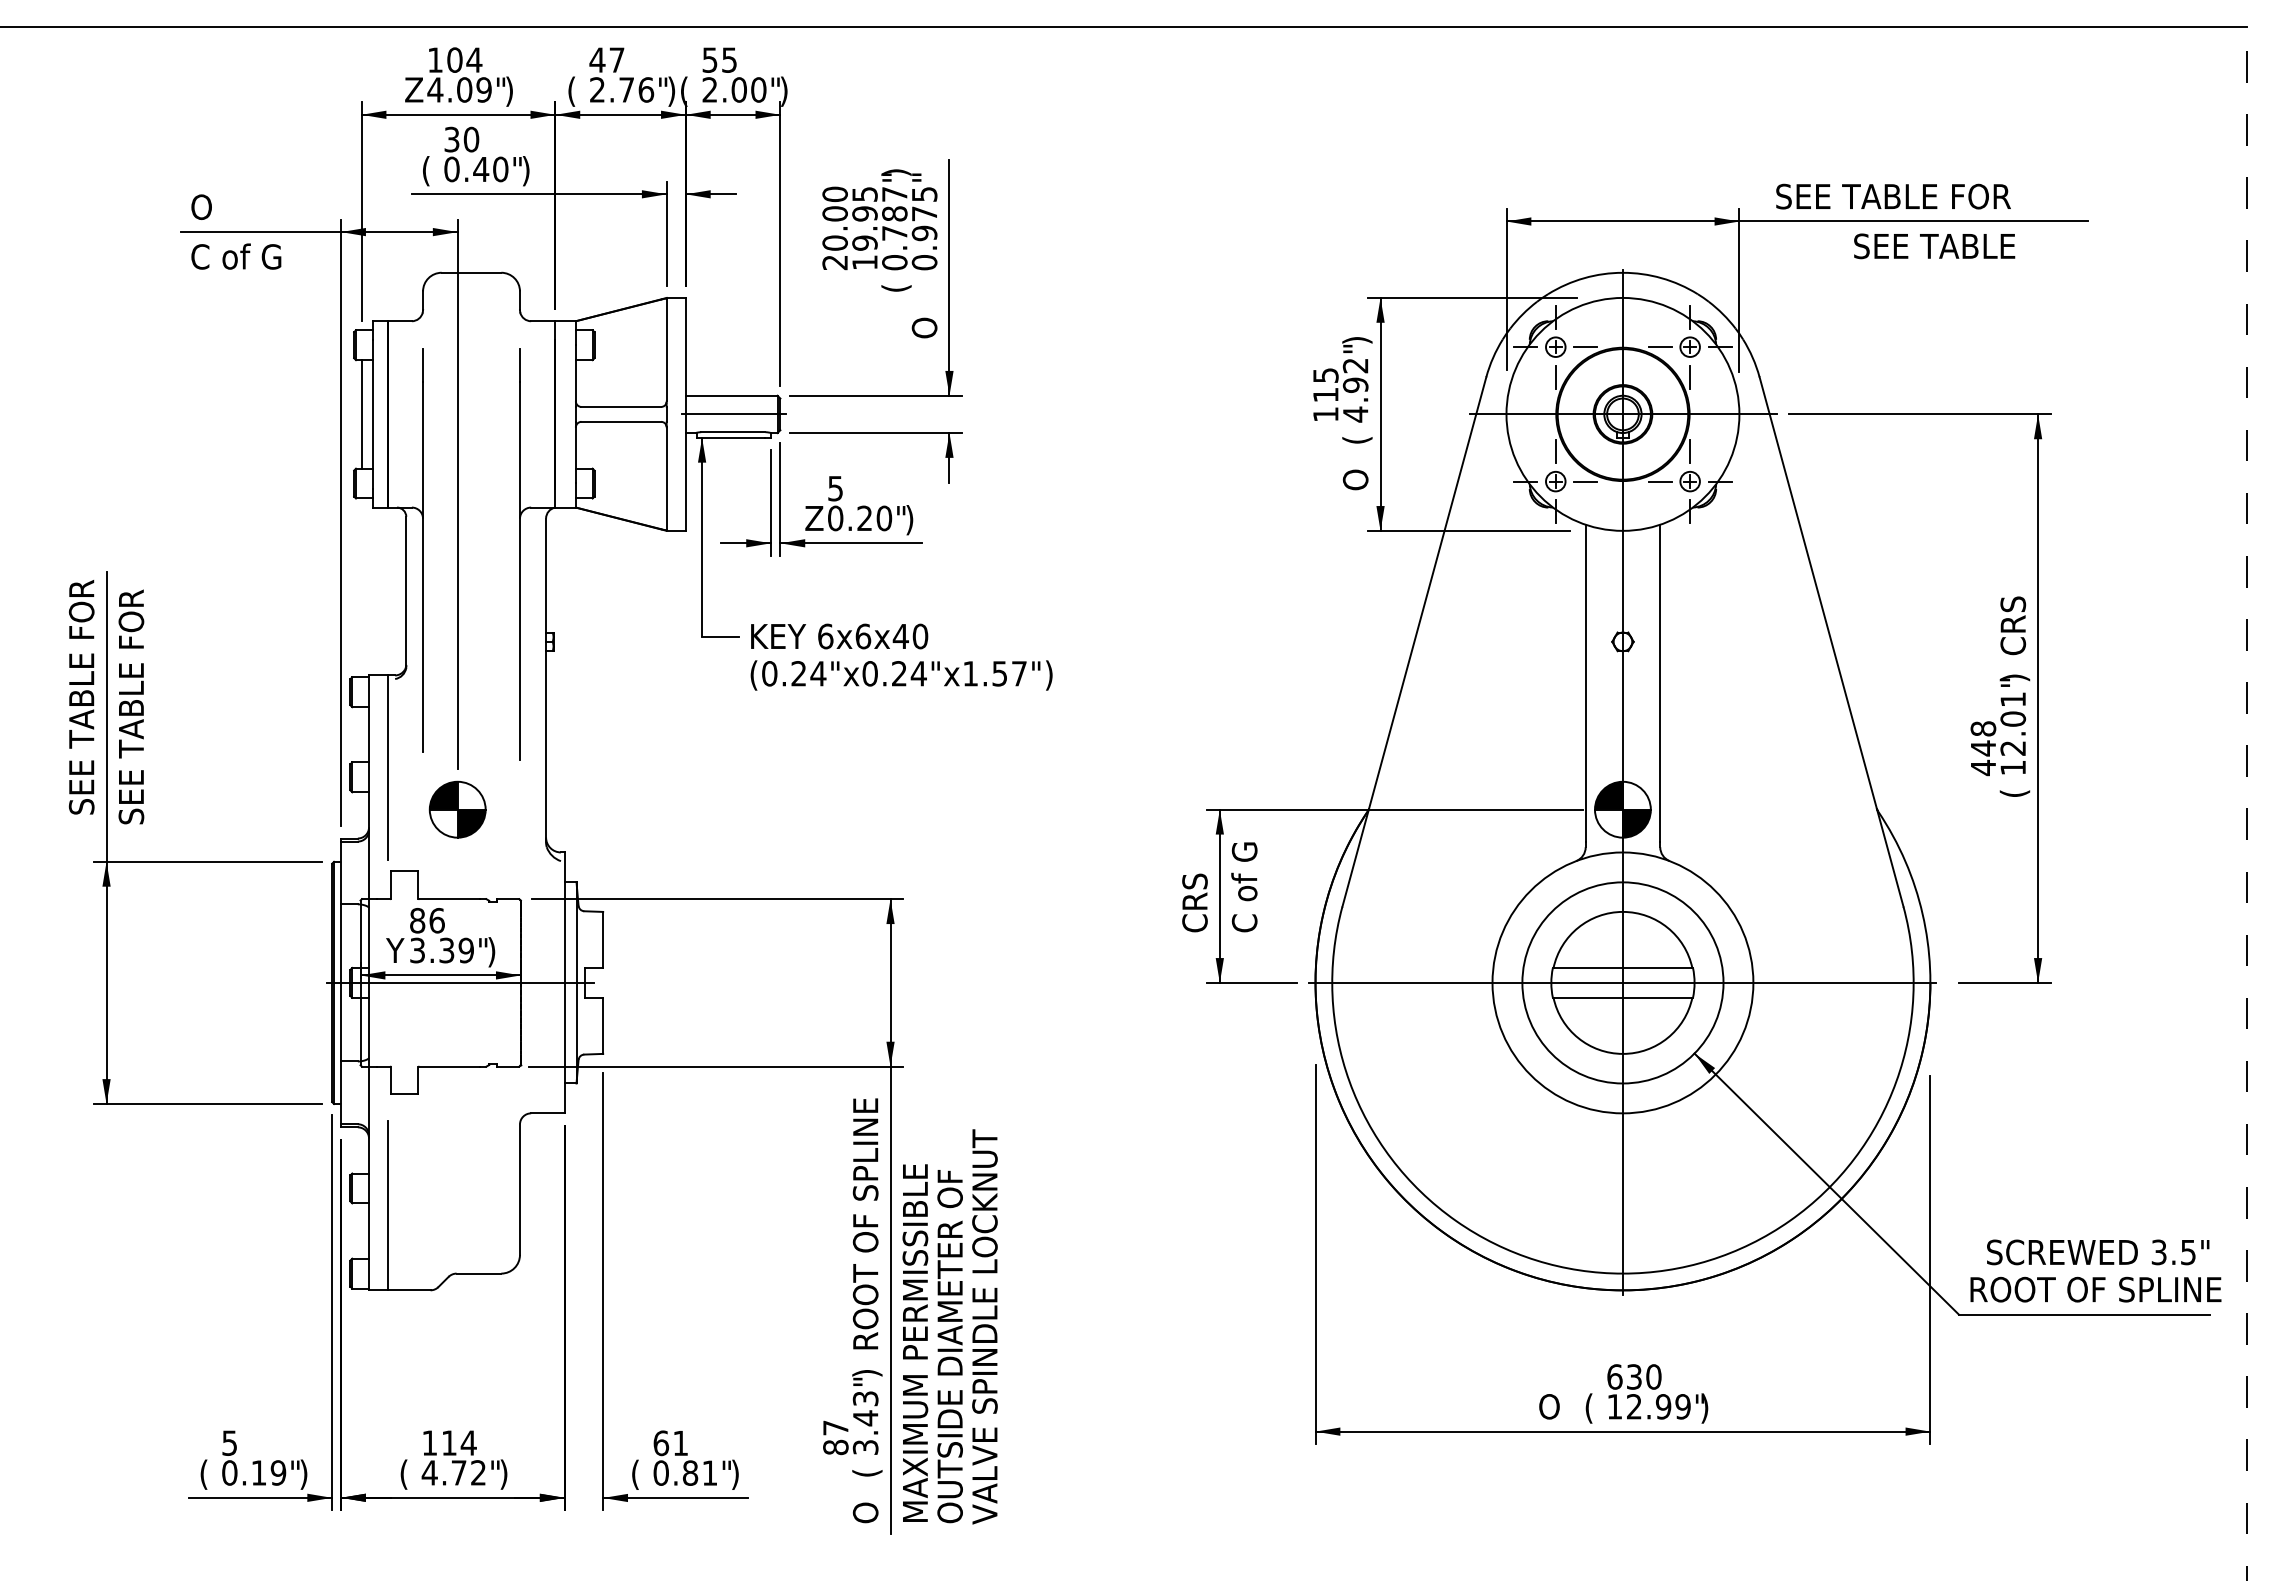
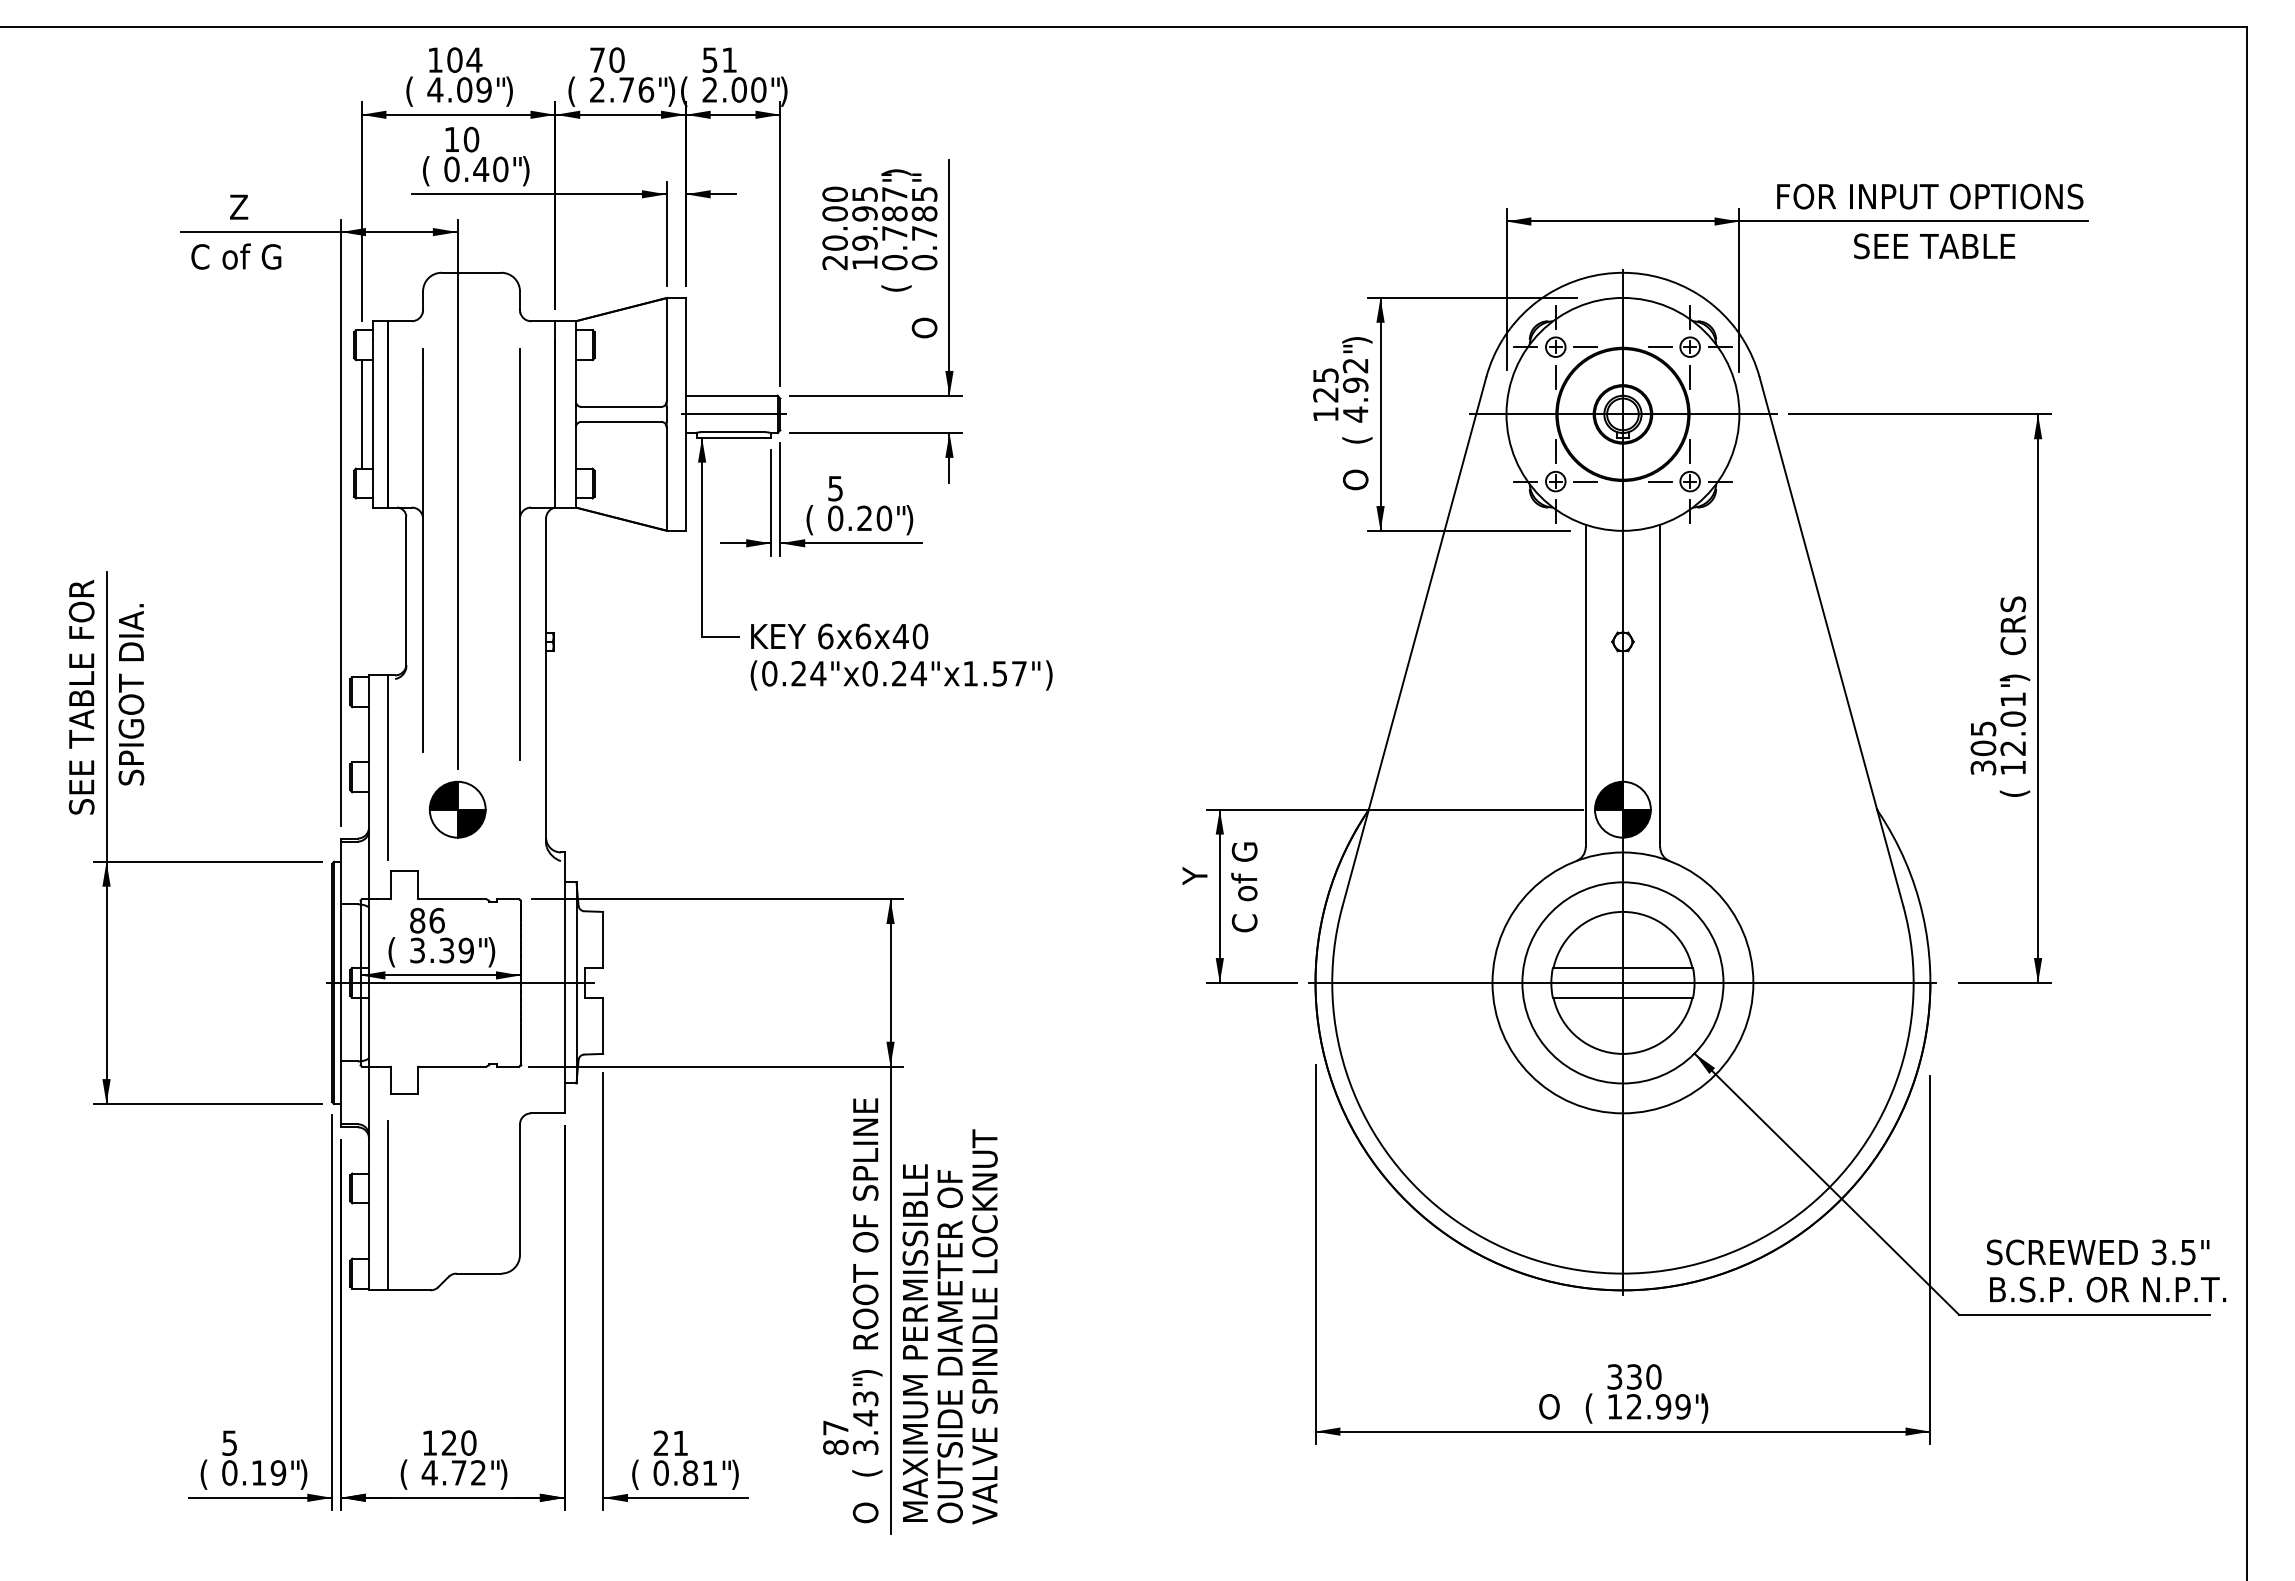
text at (606, 59): 47 -> 70
text at (729, 59): 55 -> 51
text at (414, 91): Z -> (
text at (451, 139): 30 -> 10
text at (1929, 196): SEE TABLE FOR -> FOR INPUT OPTIONS
text at (219, 207): O -> Z
text at (924, 223): 0.975" -> 0.785"
text at (1325, 395): 115 -> 125
text at (814, 520): Z -> (
text at (131, 706): SEE TABLE FOR -> SPIGOT DIA.
text at (1983, 748): 448 -> 305
line at (2247, 803): dashed -> solid
text at (1194, 899): CRS -> Y
text at (395, 952): Y -> (
text at (2098, 1289): ROOT OF SPLINE -> B.S.P. OR N.P.T.
text at (1614, 1376): 630 -> 330
text at (459, 1442): 114 -> 120
text at (661, 1443): 61 -> 21
